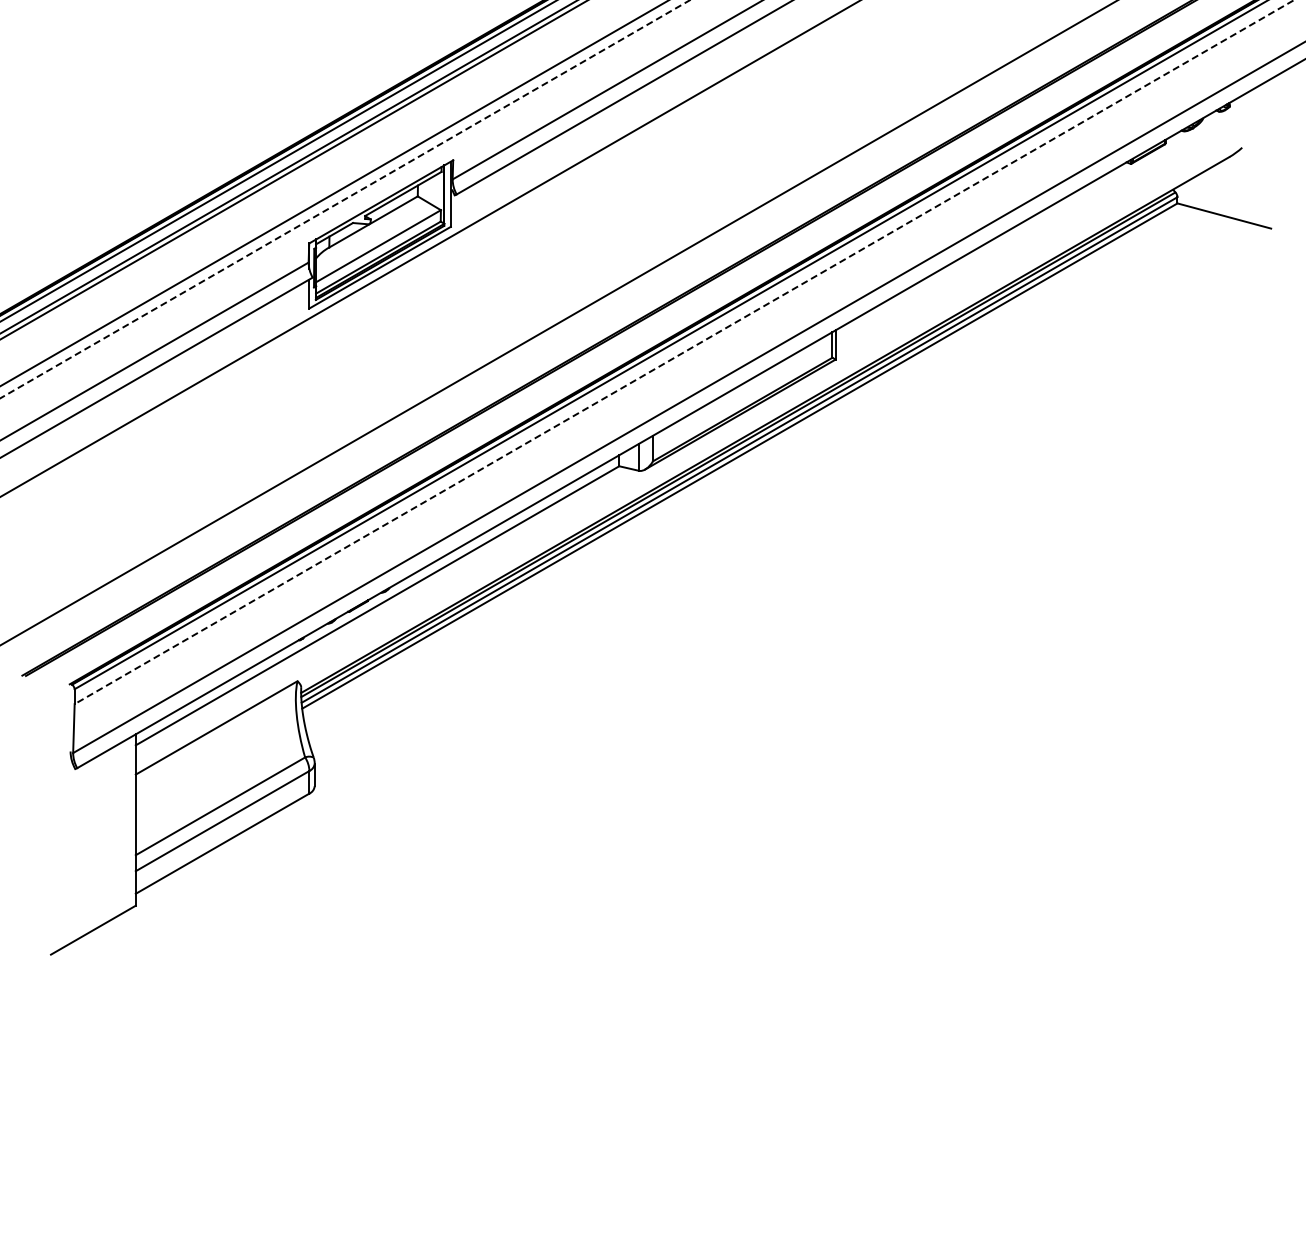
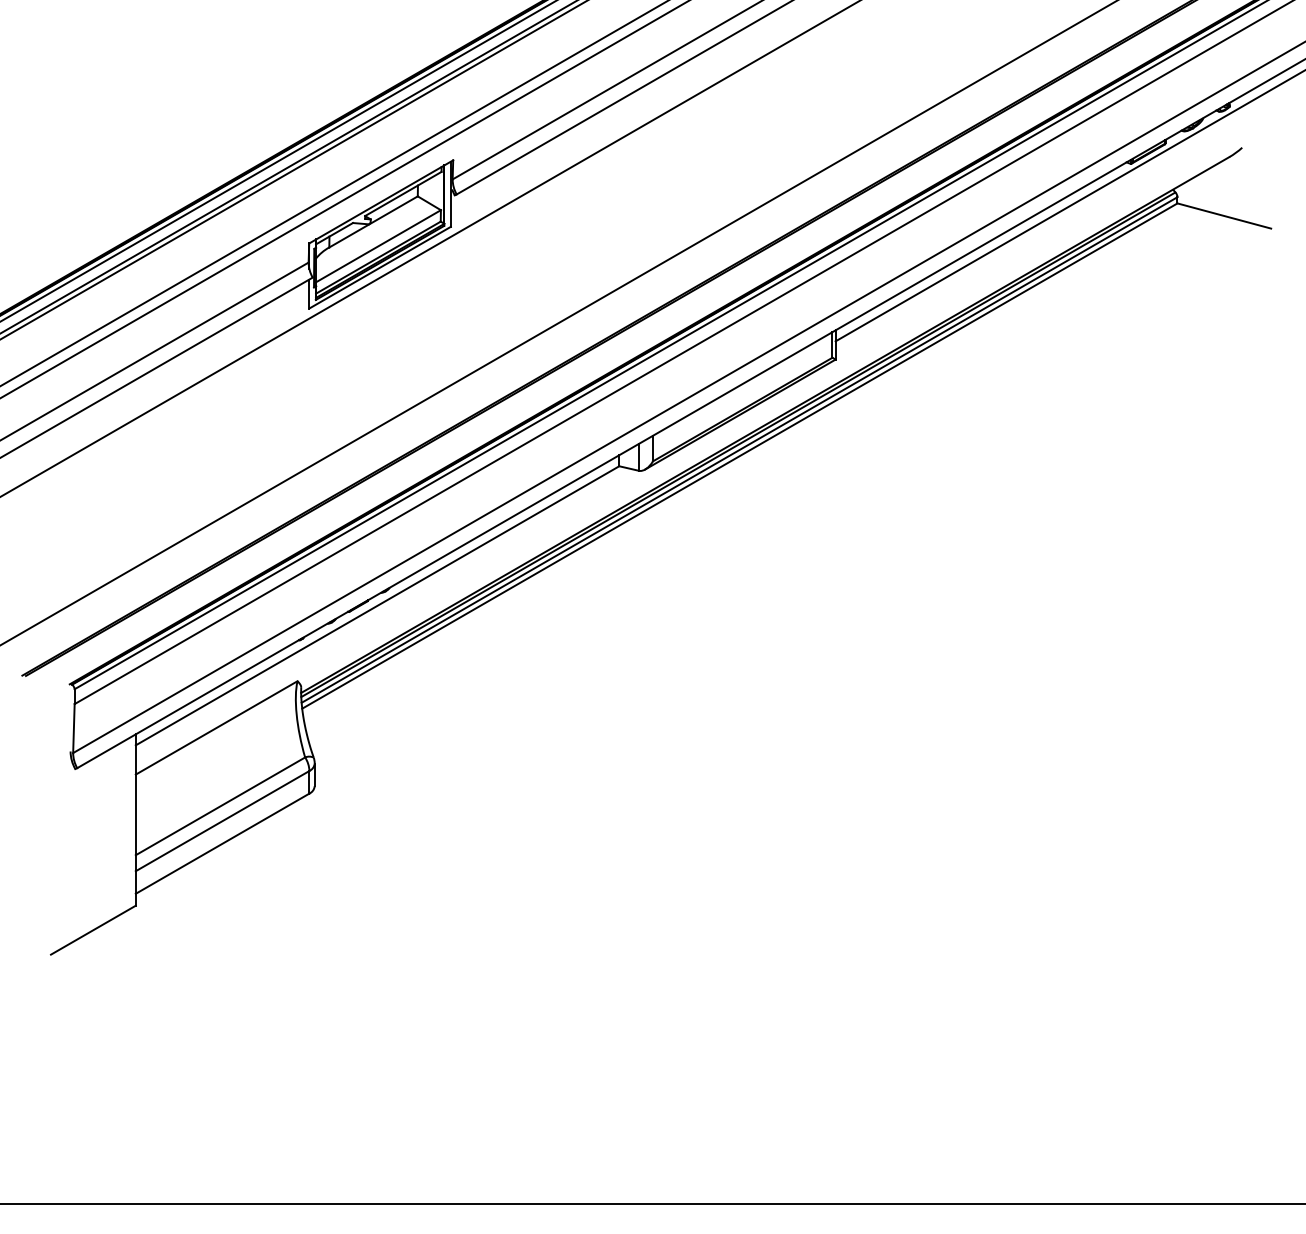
line at (344, 199): dashed -> solid
line at (1068, 206): none -> present
line at (684, 352): dashed -> solid
line at (652, 1204): none -> present
